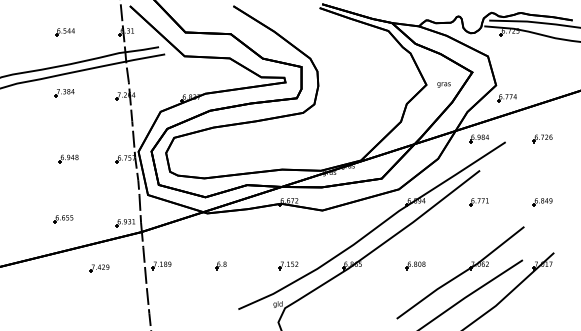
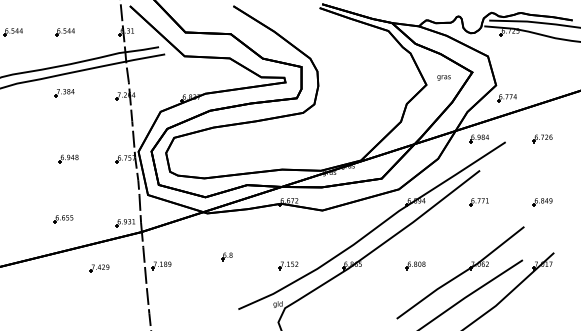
part at (12, 32): none -> present
text at (443, 84) position: (443, 84) -> (443, 77)
part at (220, 265) position: (220, 265) -> (226, 256)
